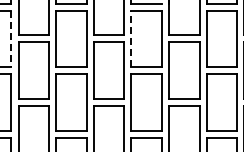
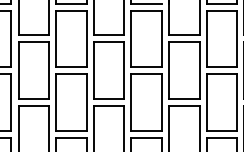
line at (131, 38): dashed -> solid
line at (11, 39): dashed -> solid
